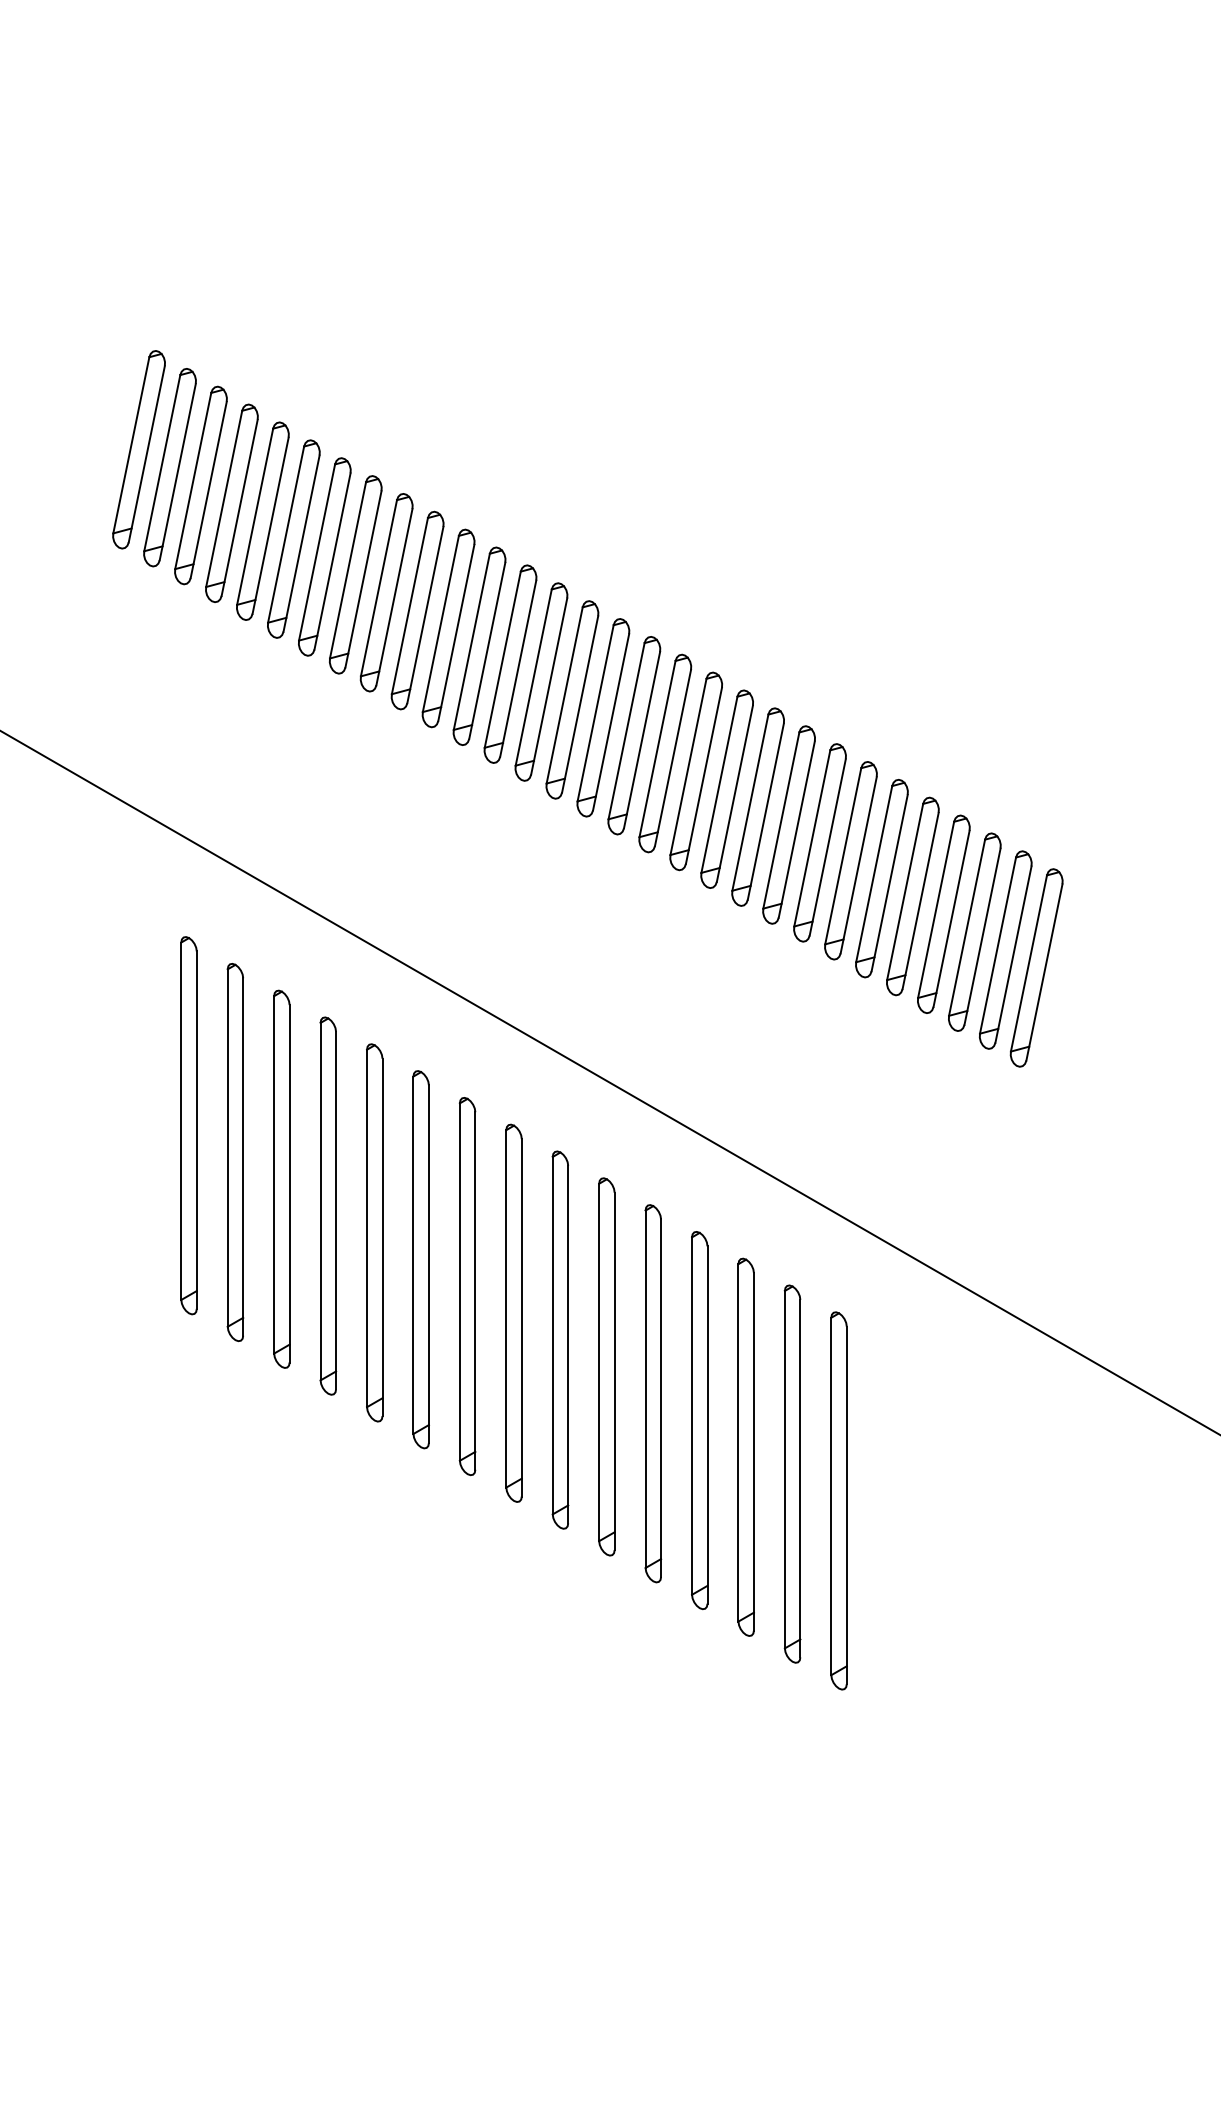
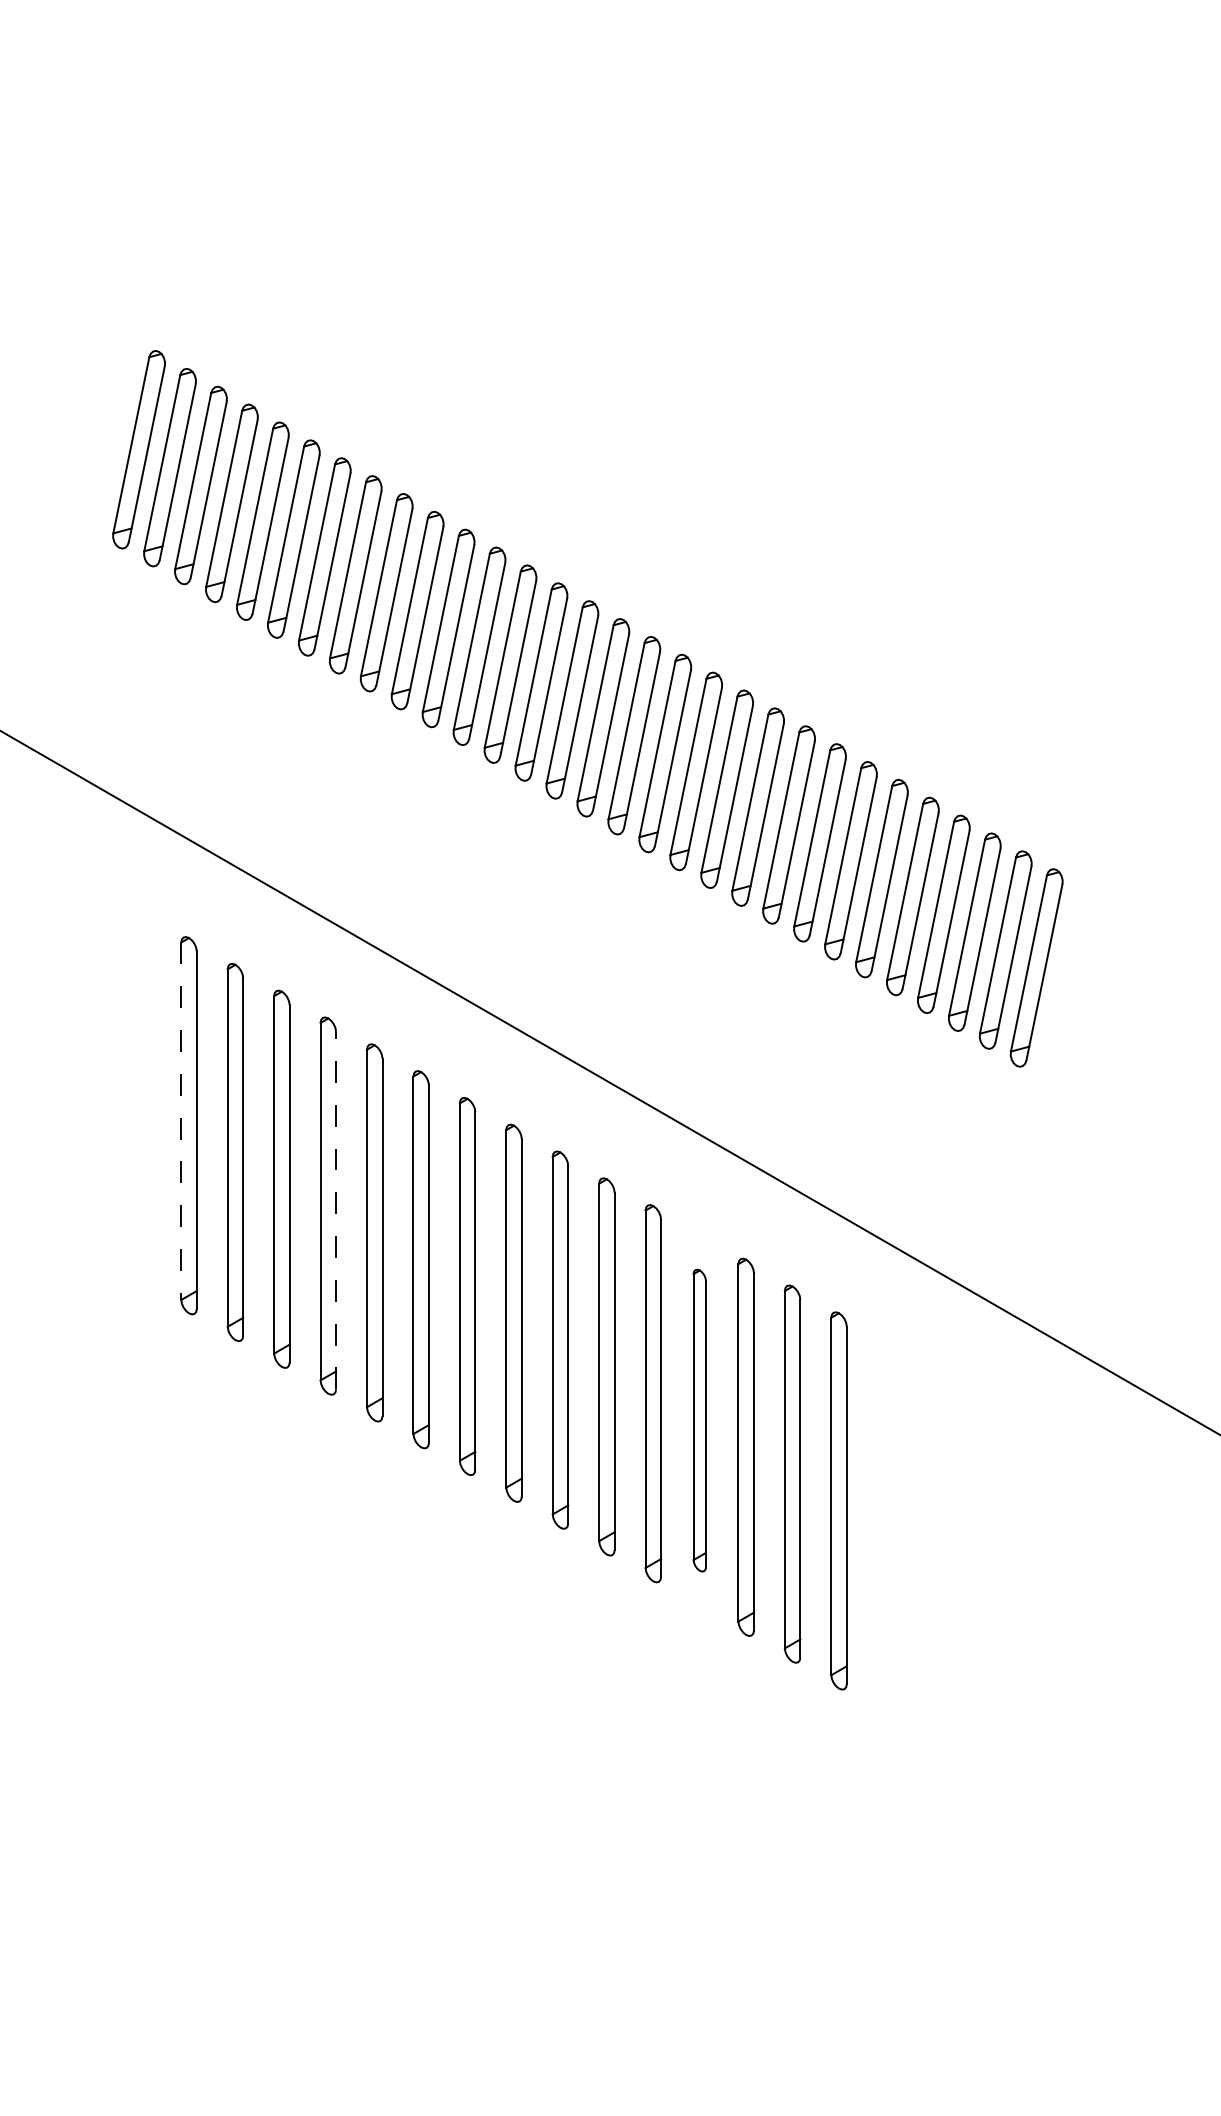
line at (181, 1121): solid -> dashed
line at (336, 1210): solid -> dashed
part at (699, 1420) size: 18x380 px -> 15x305 px
